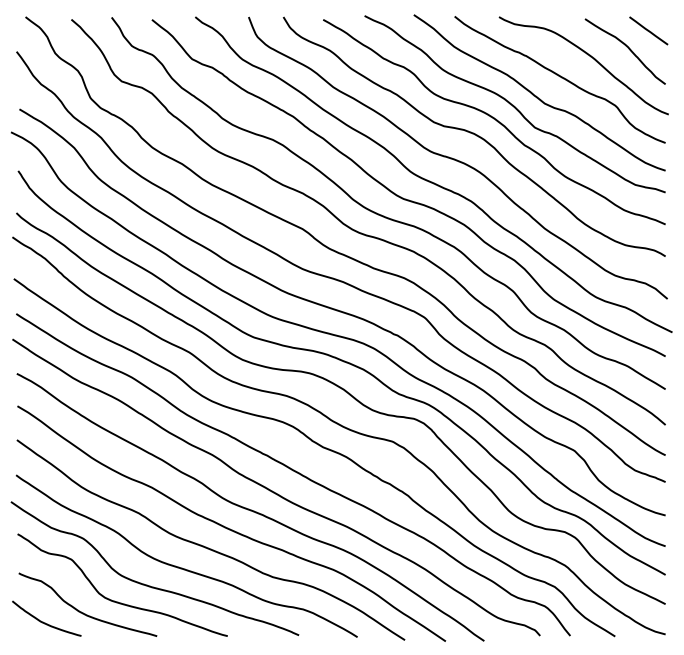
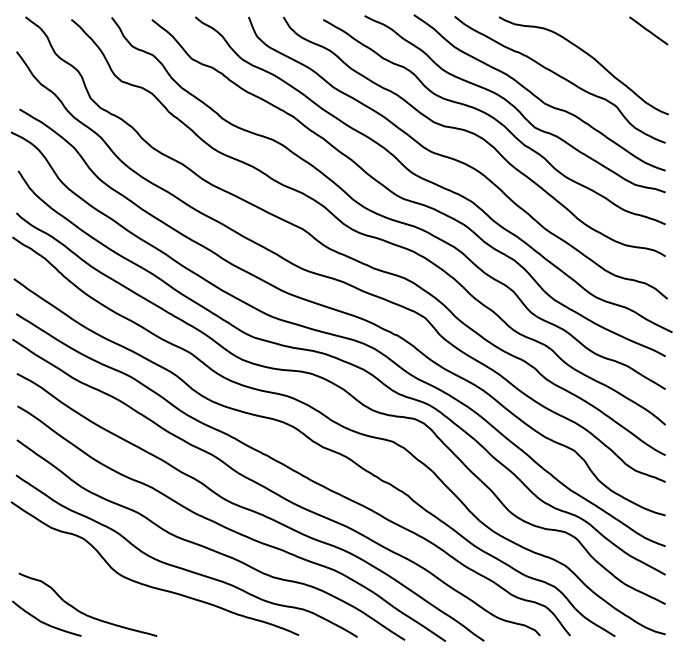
curve at (627, 48): present -> none
curve at (118, 601): present -> none
